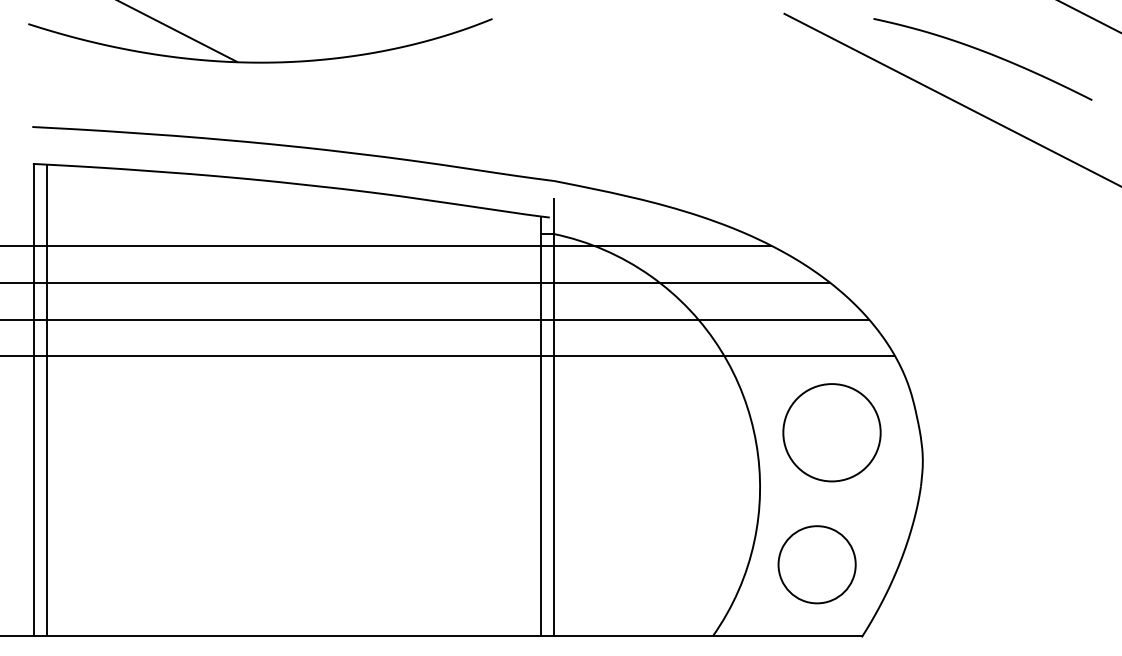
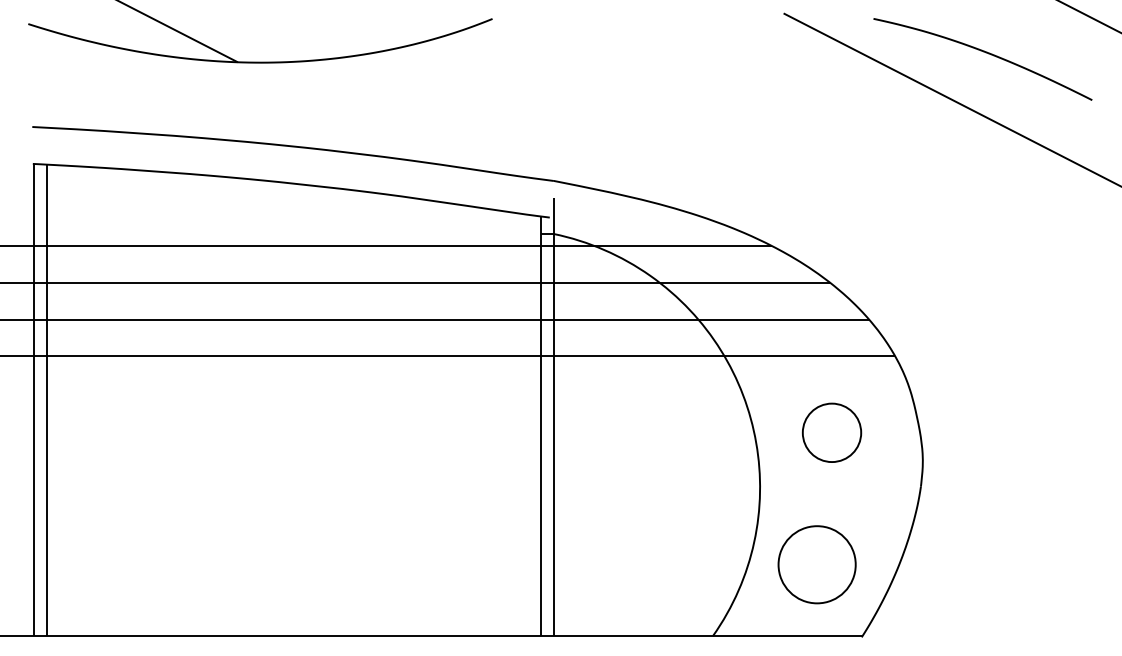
part at (831, 432) size: 100x100 px -> 62x61 px
